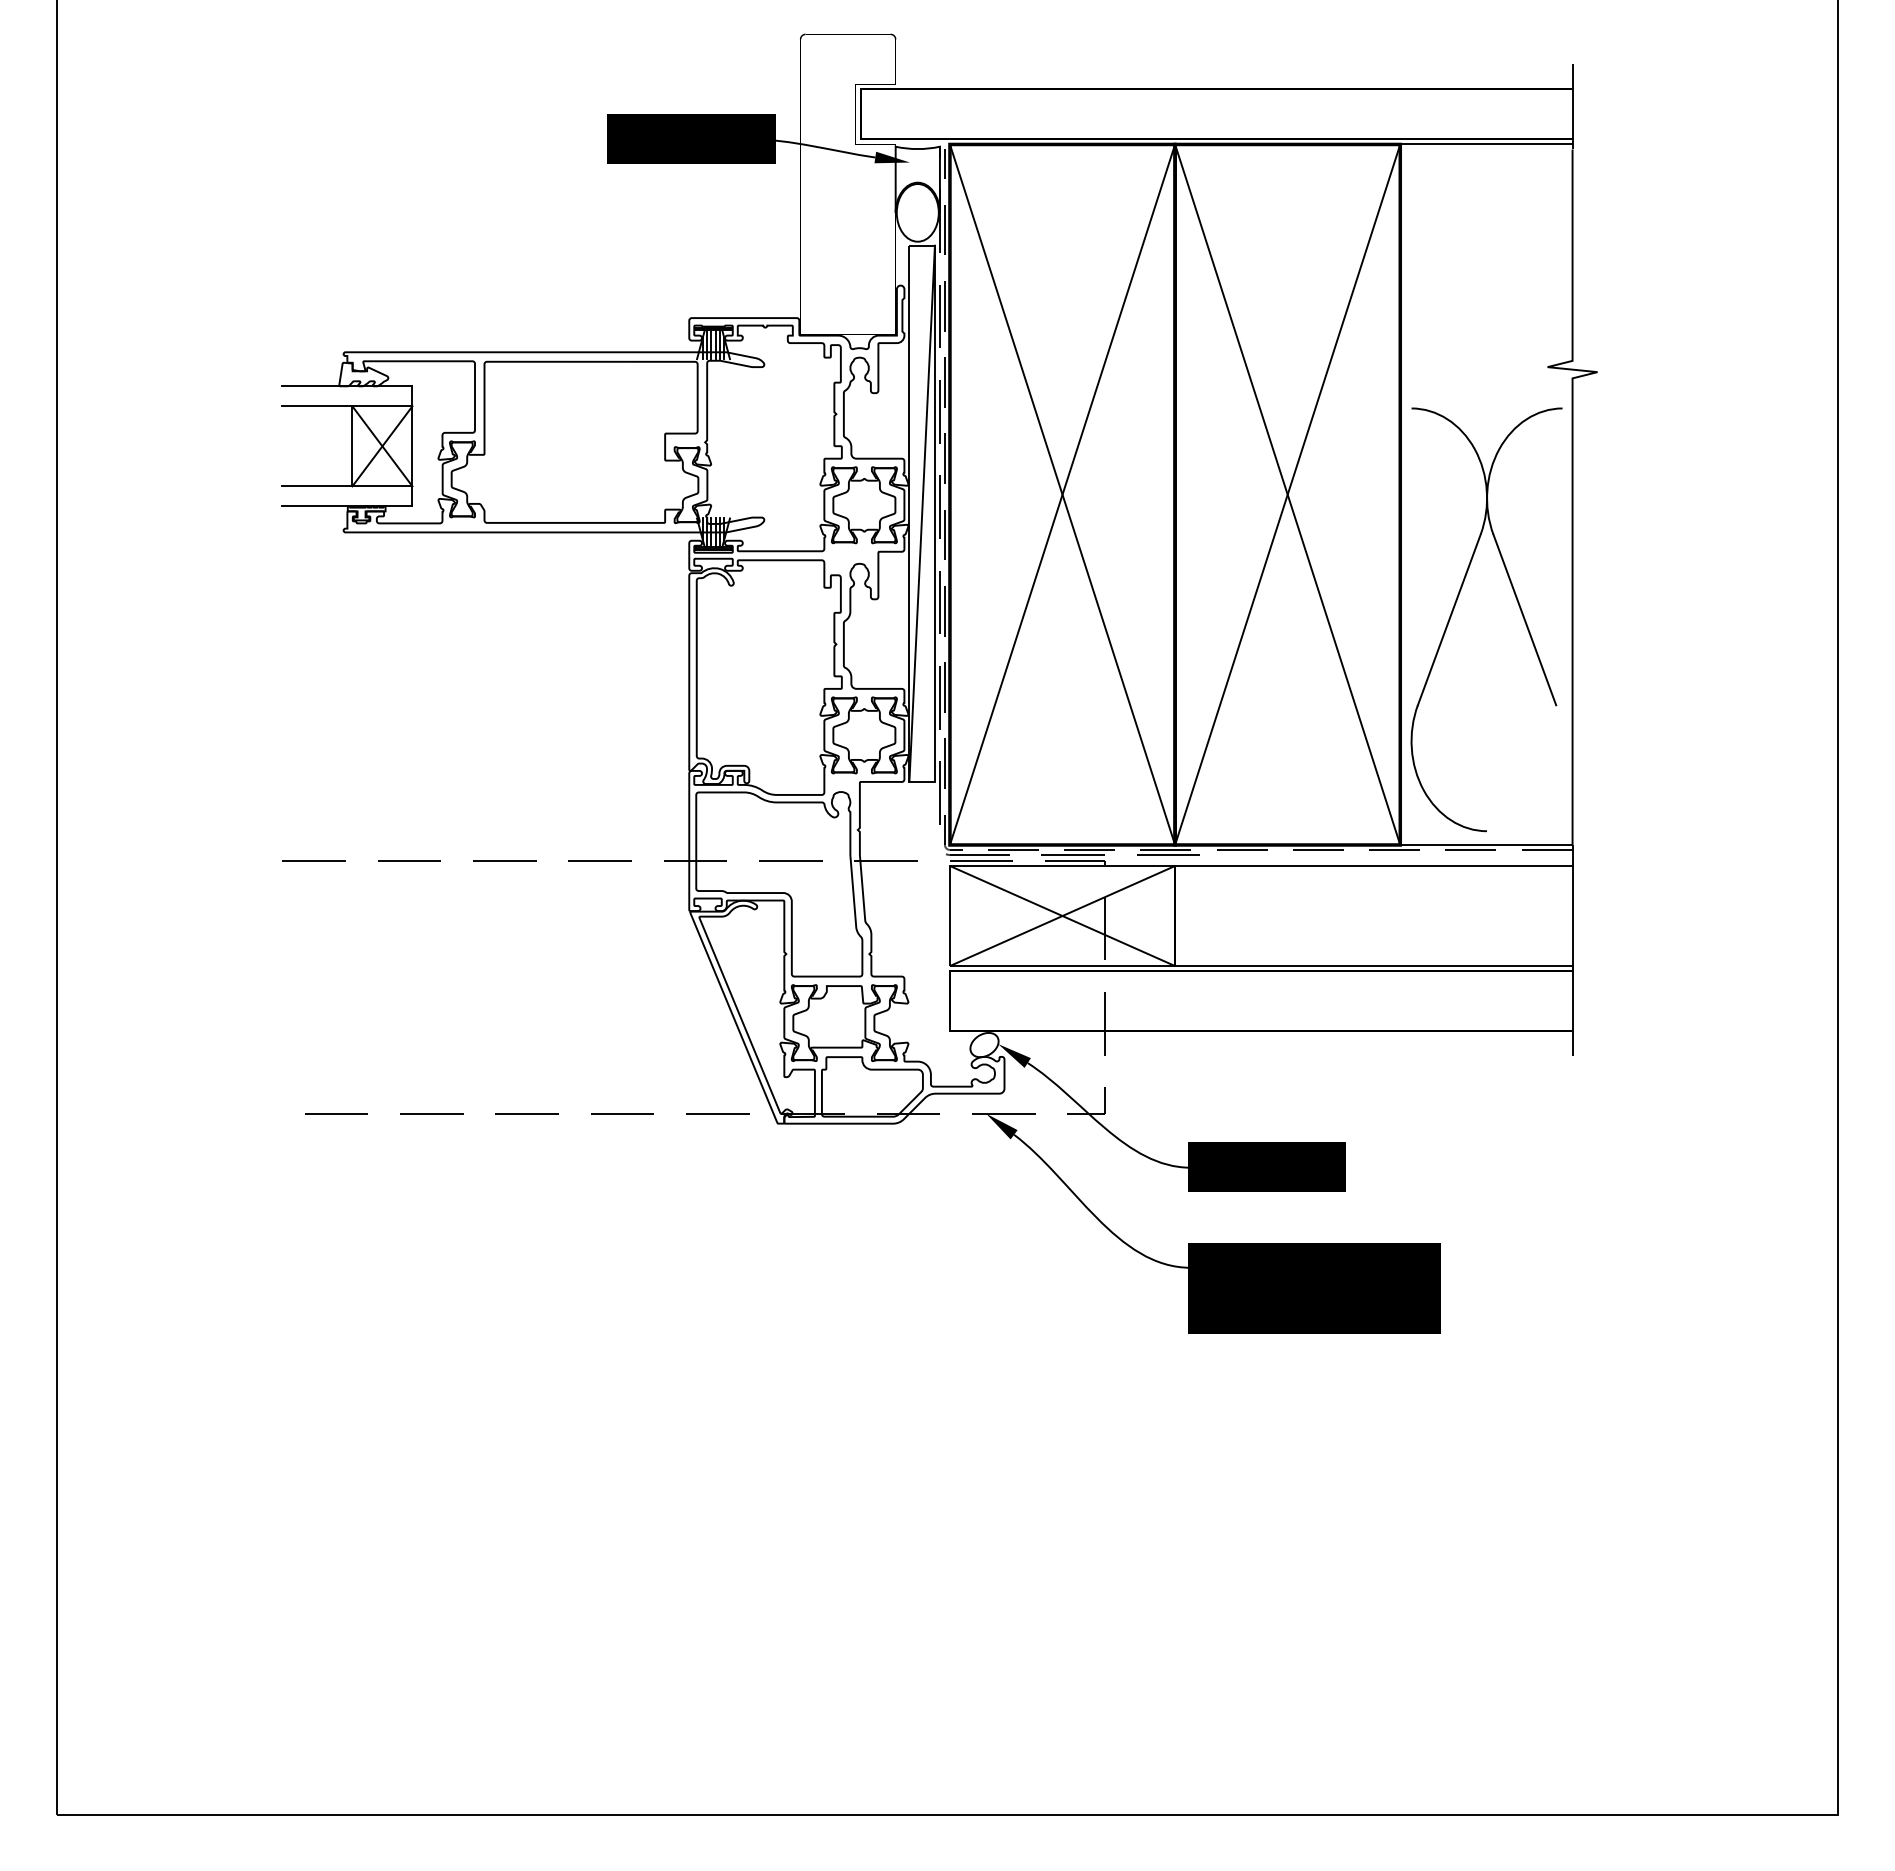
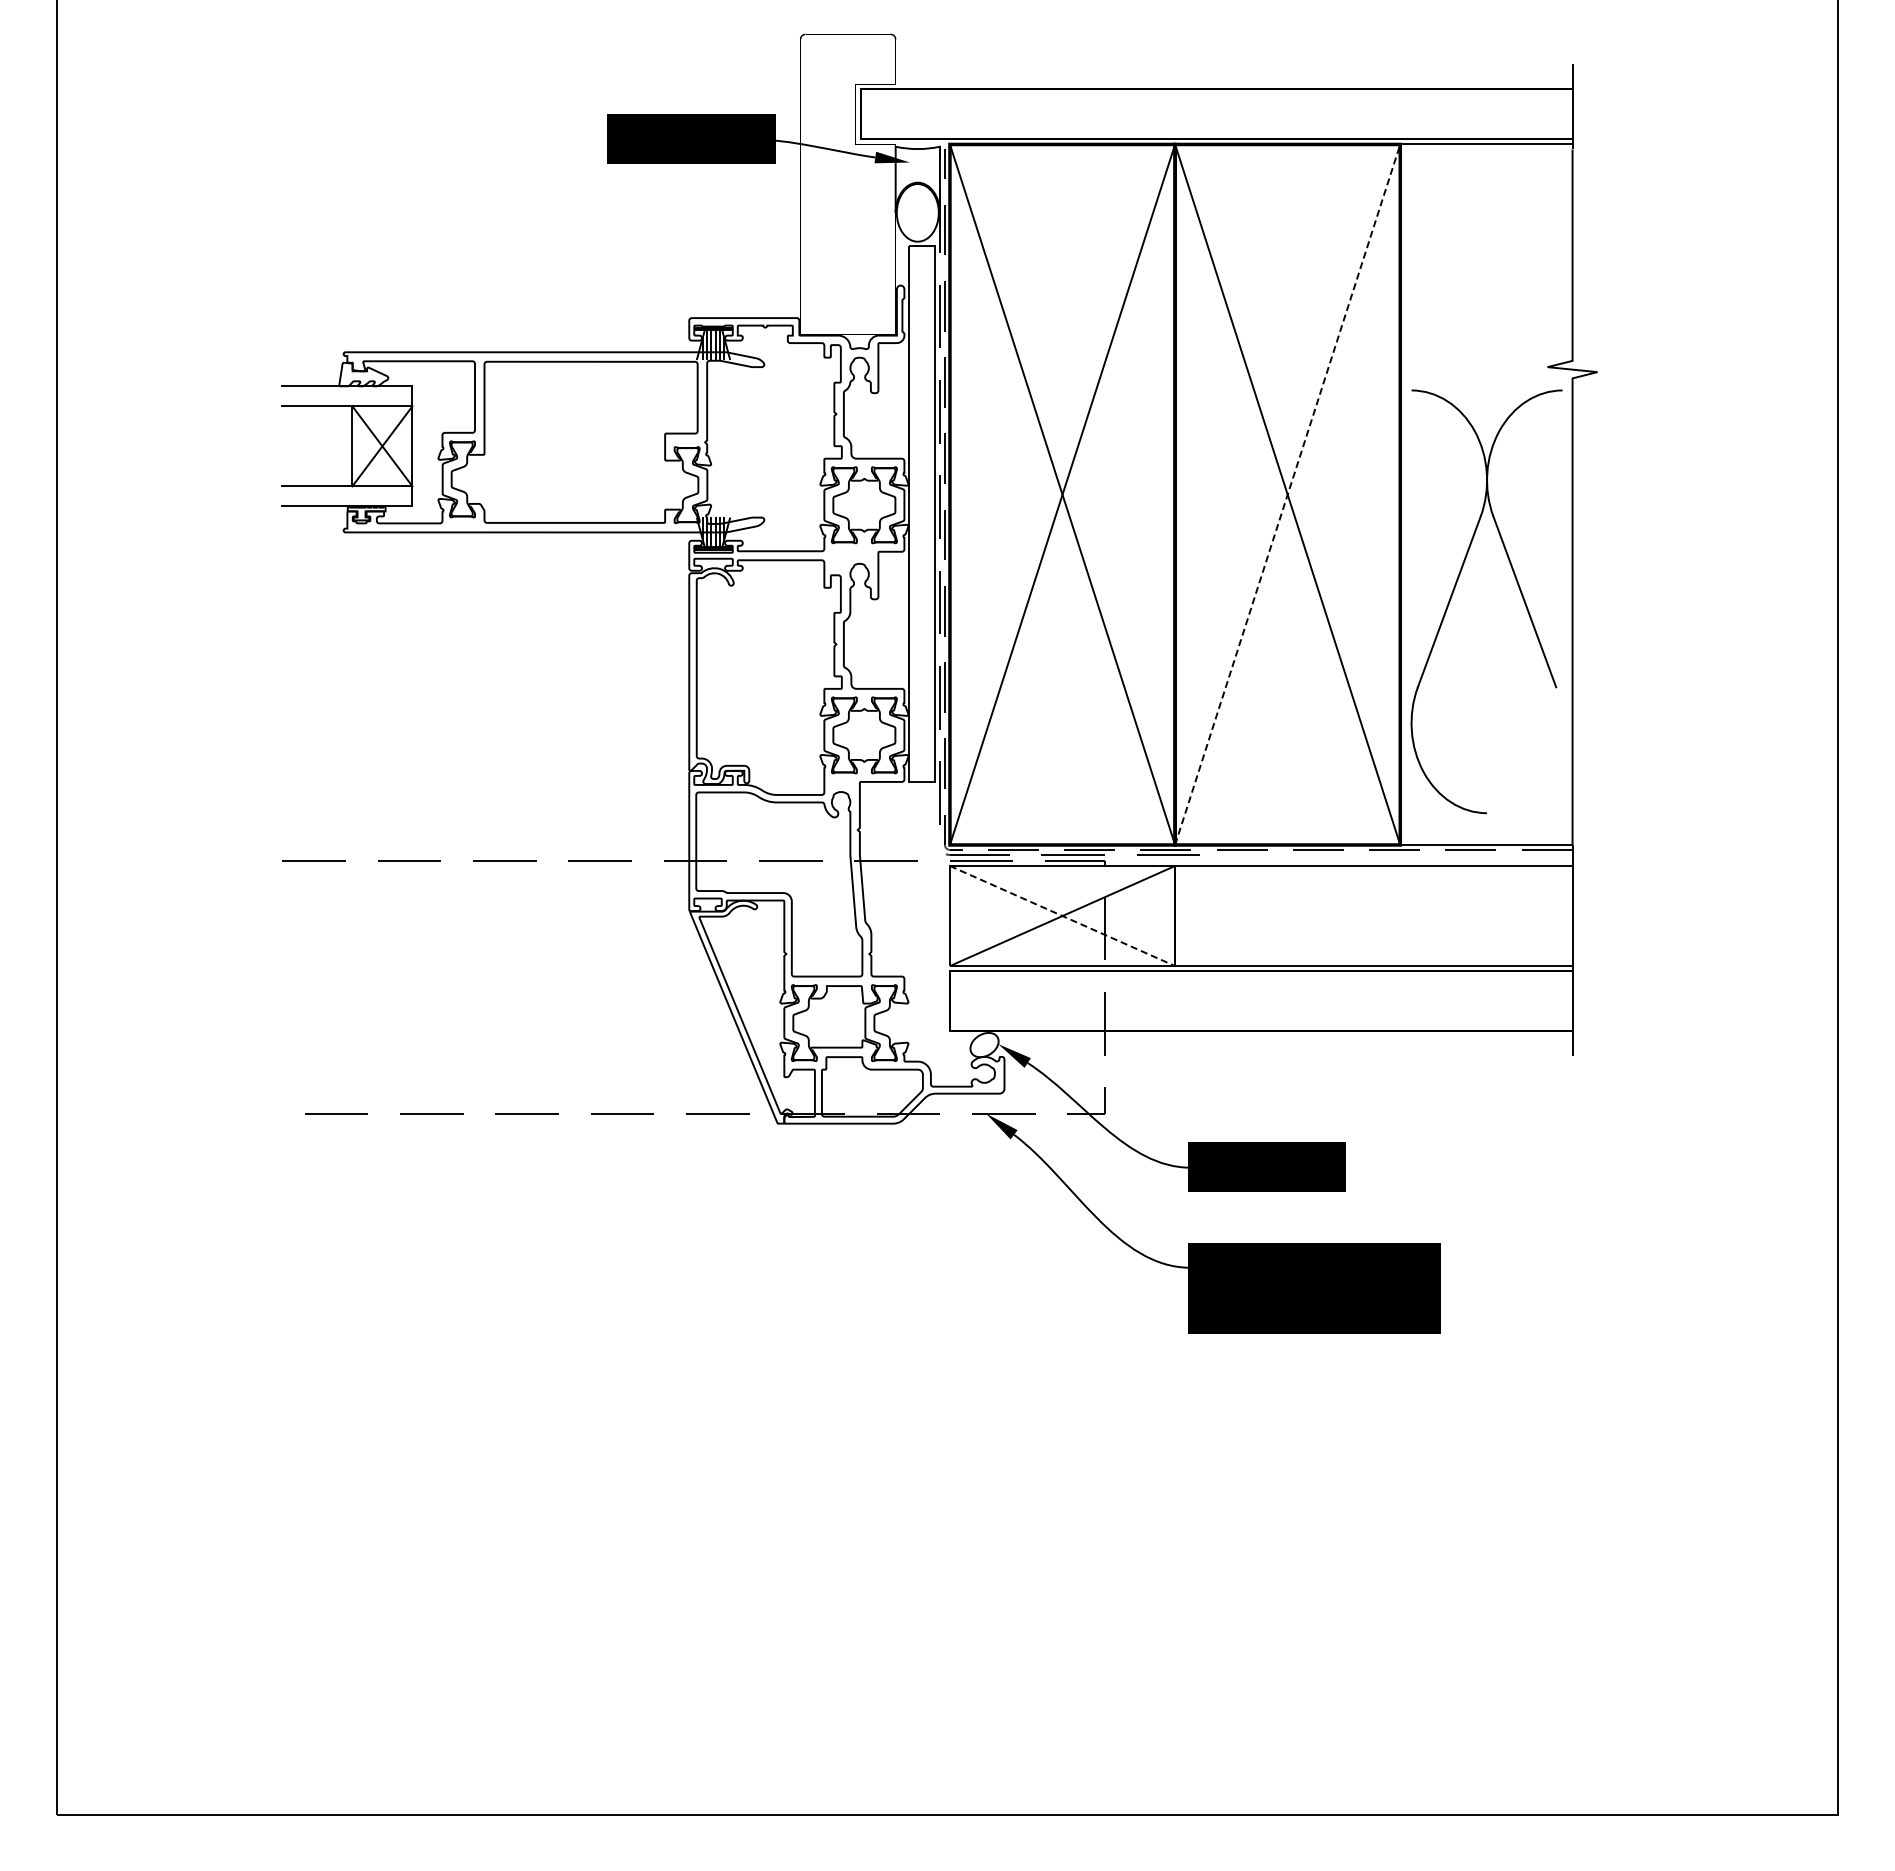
line at (1287, 494): solid -> dashed
line at (921, 513): present -> none
part at (1454, 609) position: (1454, 609) -> (1454, 591)
line at (1062, 916): solid -> dashed
